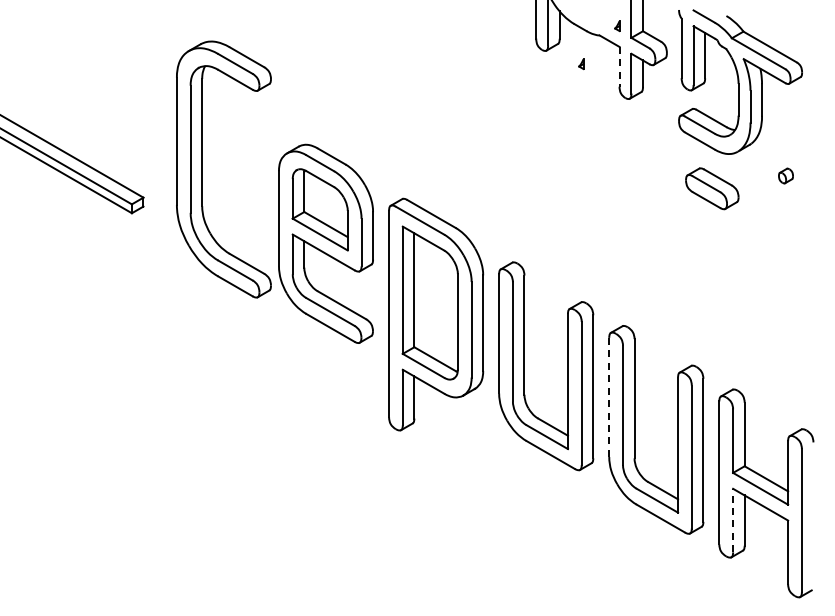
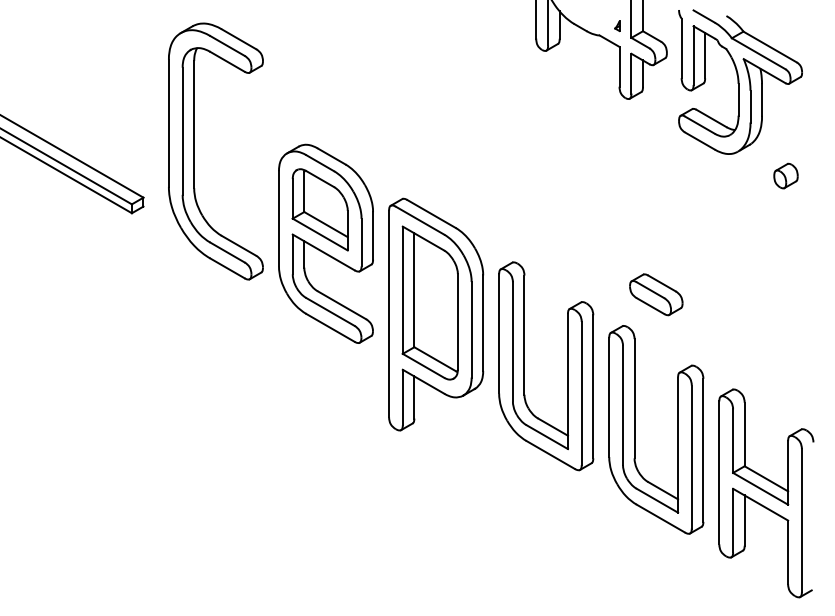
part at (581, 64): present -> none
line at (619, 66): dashed -> solid
part at (202, 169) position: (202, 169) -> (194, 151)
part at (785, 175) size: 16x18 px -> 26x28 px
part at (712, 188) position: (712, 188) -> (656, 294)
line at (609, 397): dashed -> solid
line at (733, 520): dashed -> solid
